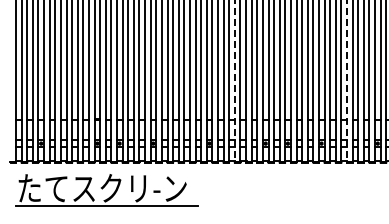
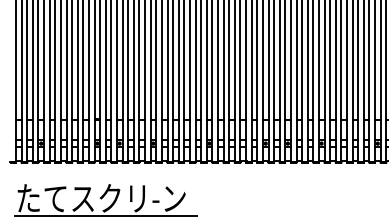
line at (234, 81): dashed -> solid
line at (347, 81): dashed -> solid
part at (106, 190) position: (106, 190) -> (105, 200)
